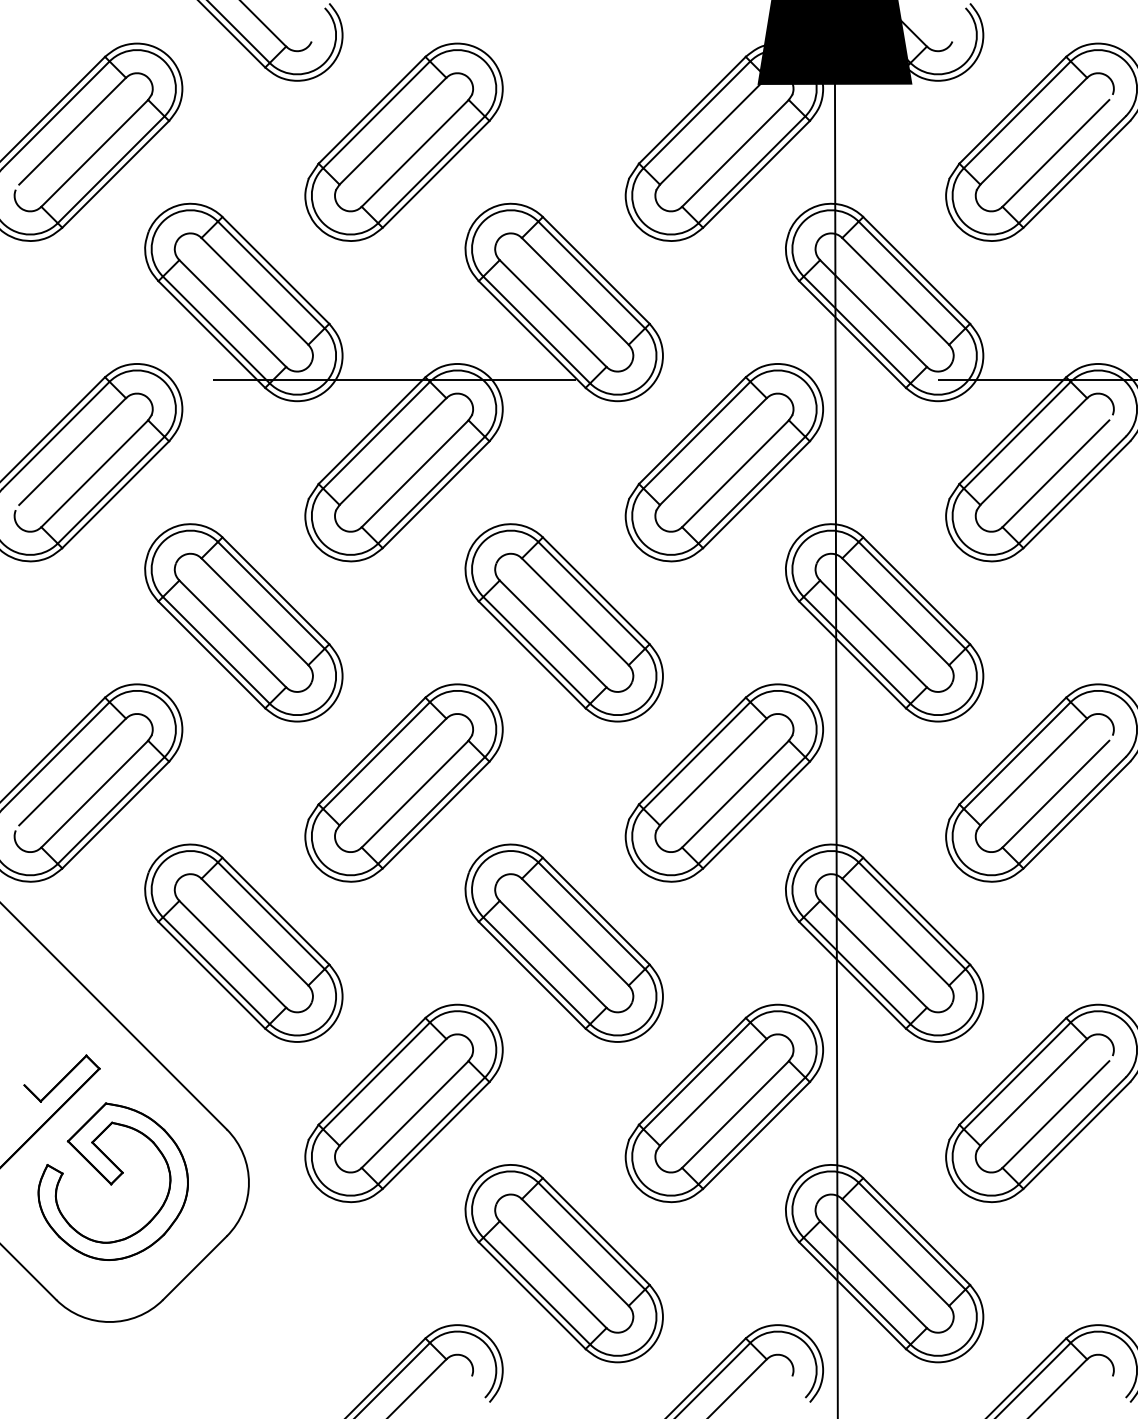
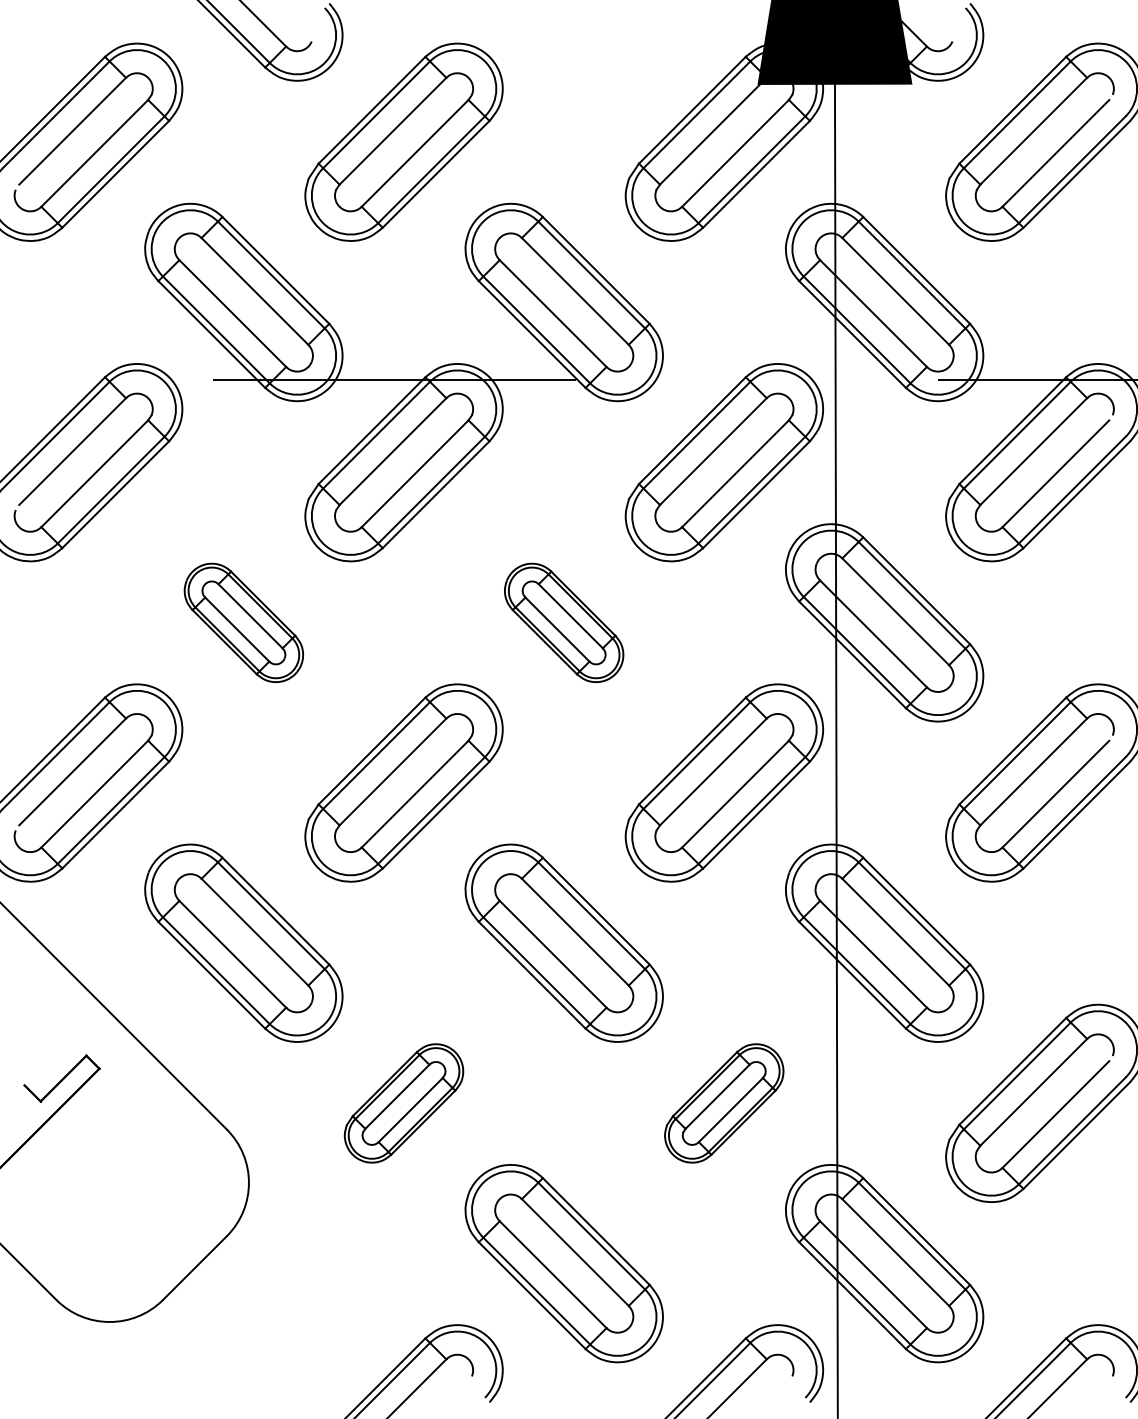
part at (243, 622) size: 200x200 px -> 121x121 px
part at (563, 622) size: 200x200 px -> 121x121 px
part at (403, 1103) size: 200x201 px -> 122x121 px
part at (723, 1103) size: 200x201 px -> 121x121 px
part at (112, 1181): present -> none
